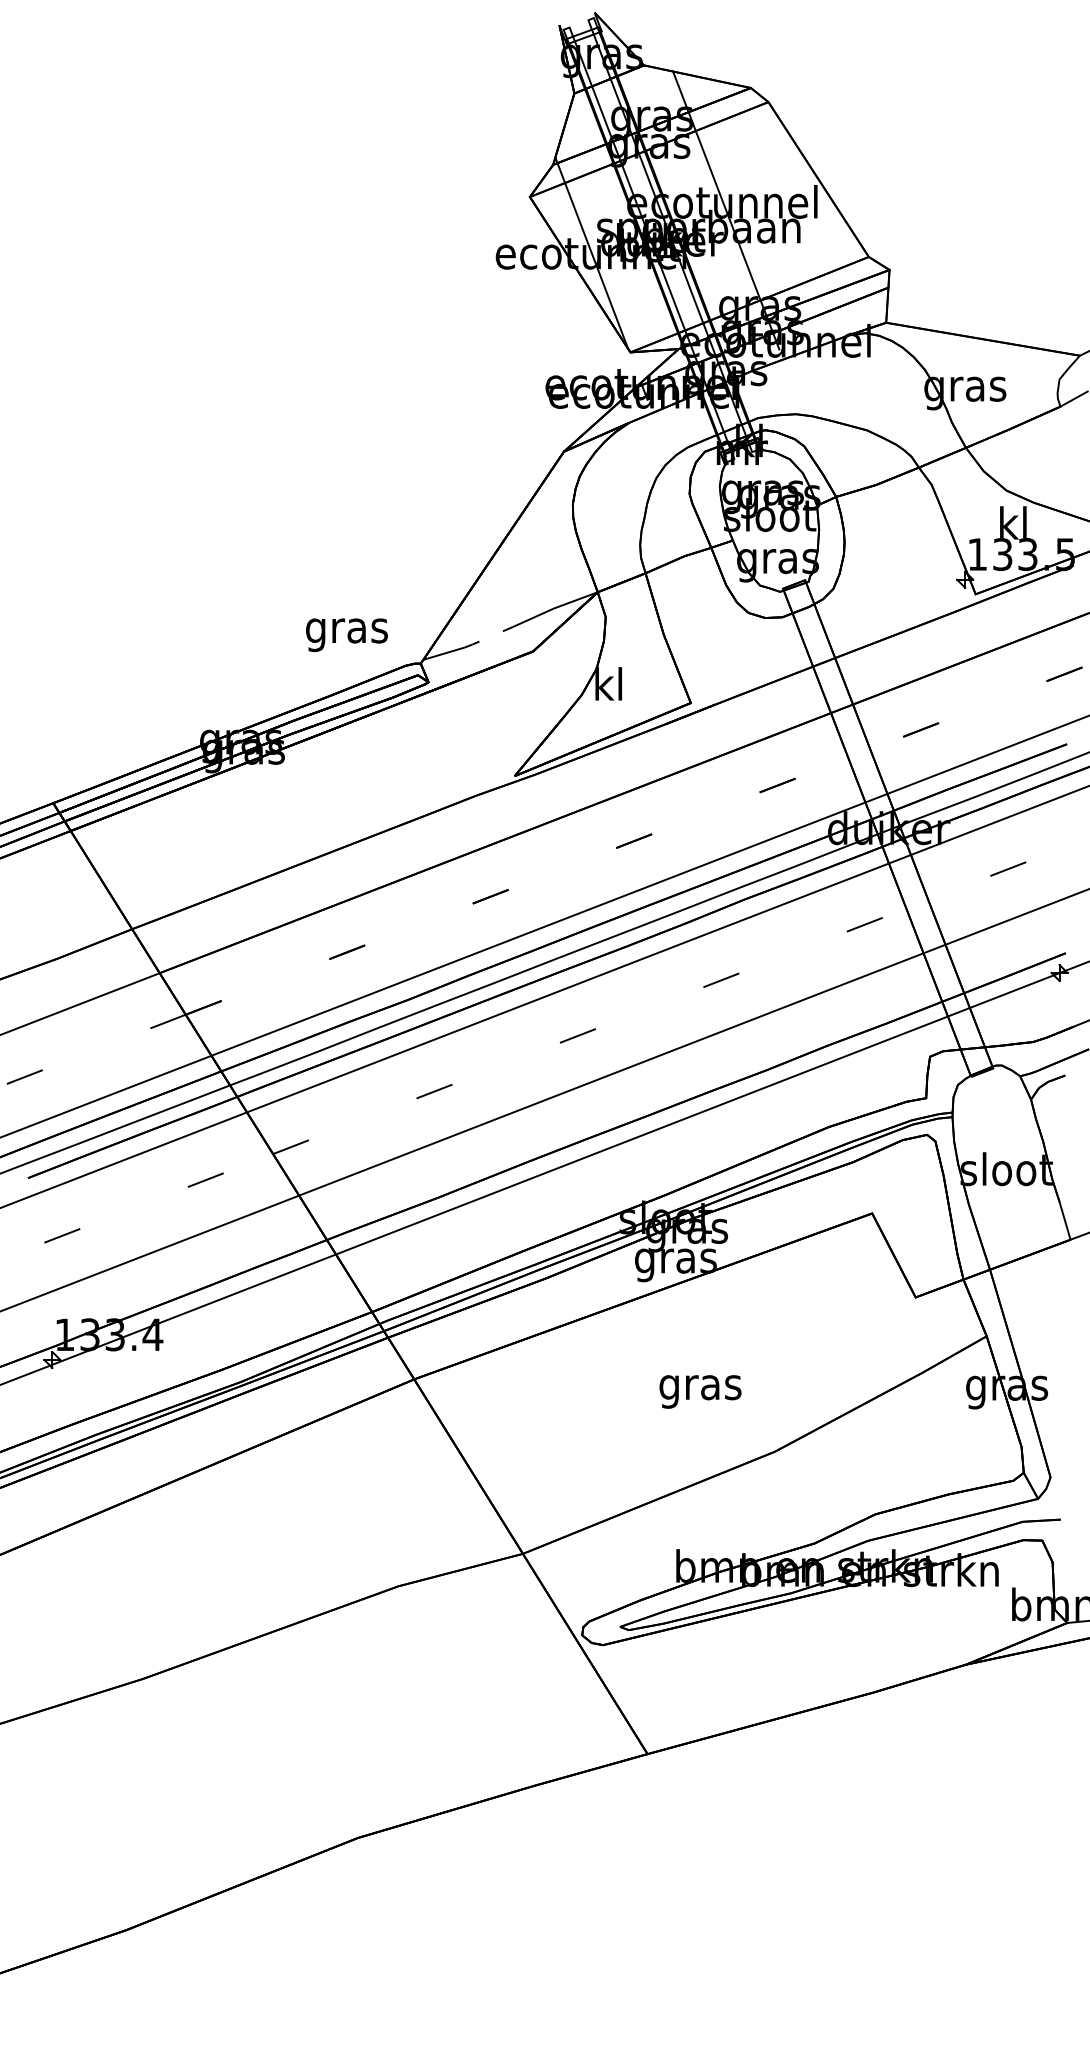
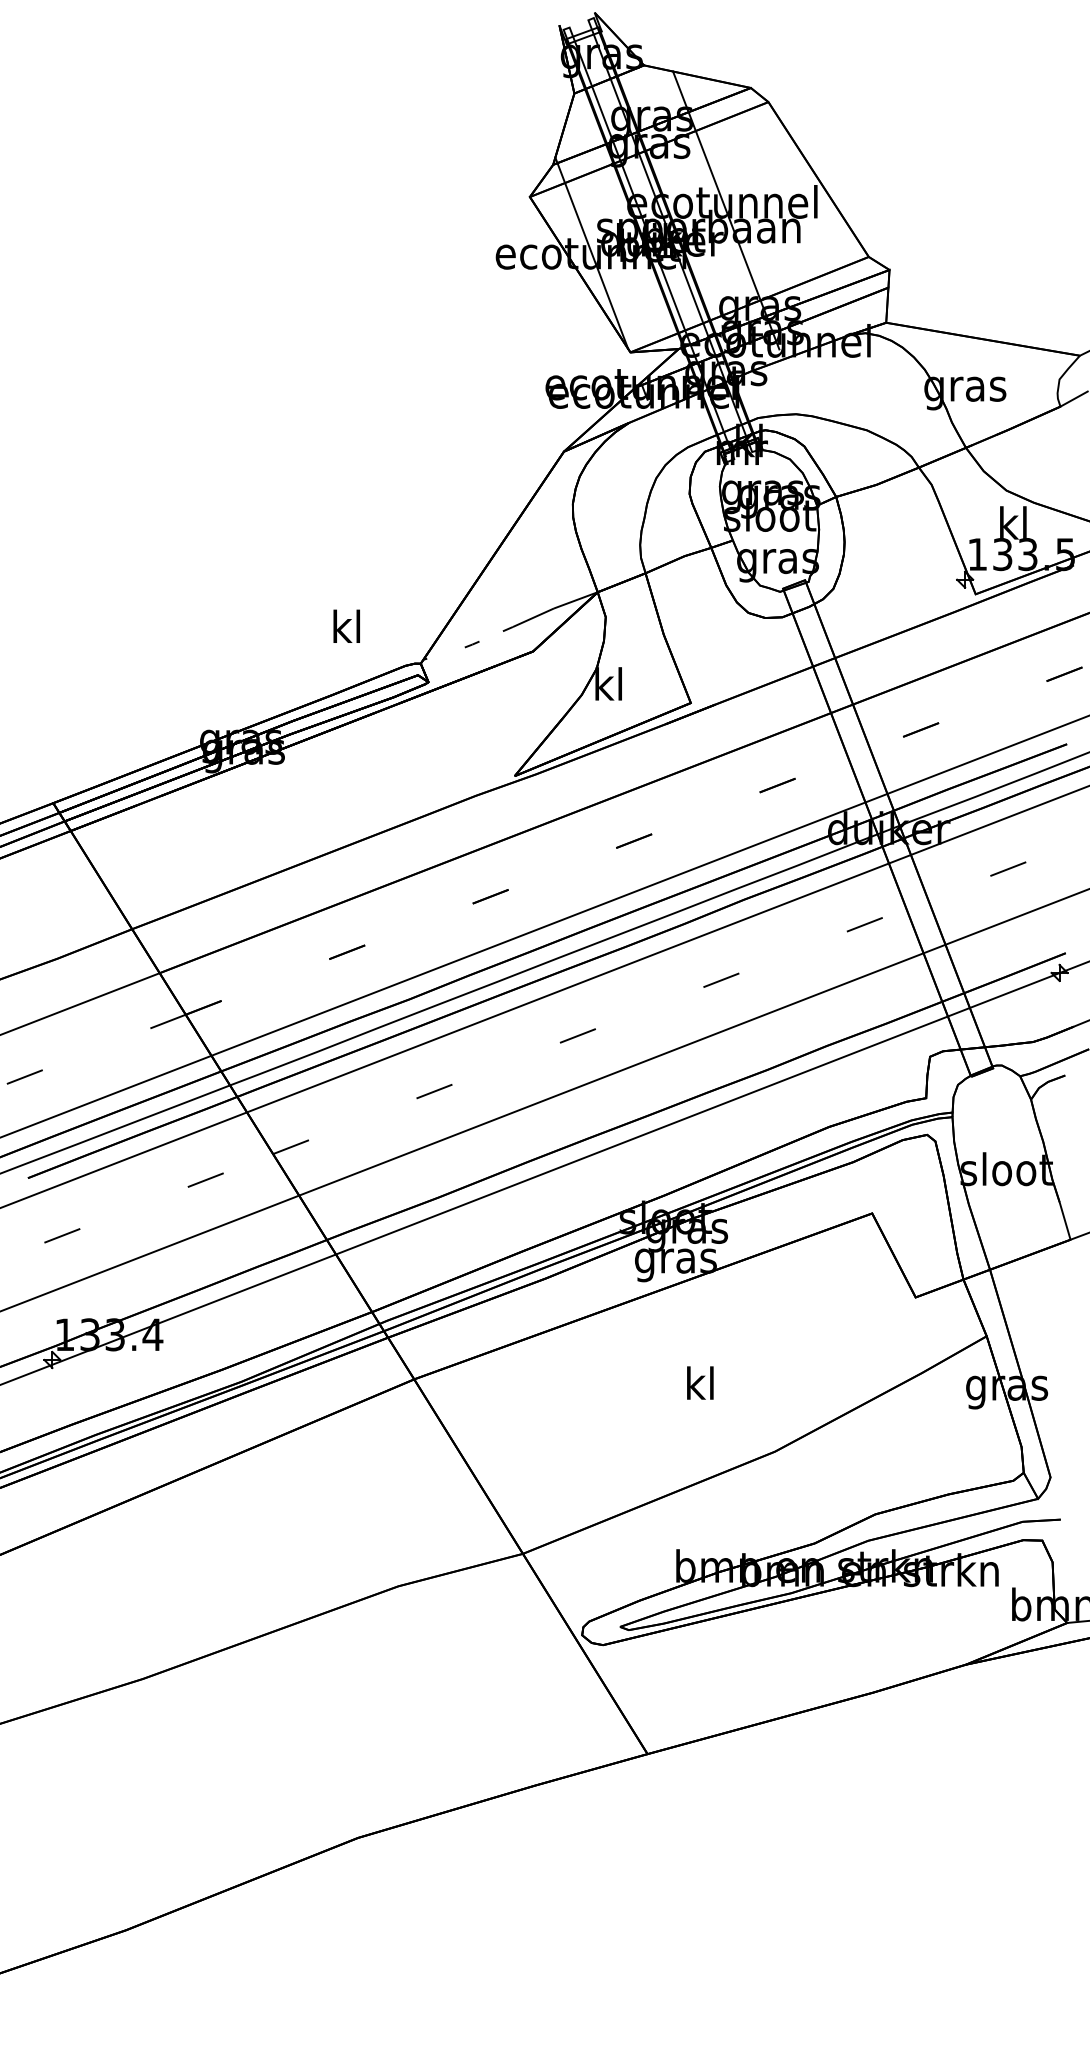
text at (346, 630): gras -> kl
line at (445, 652): present -> none
text at (700, 1387): gras -> kl
